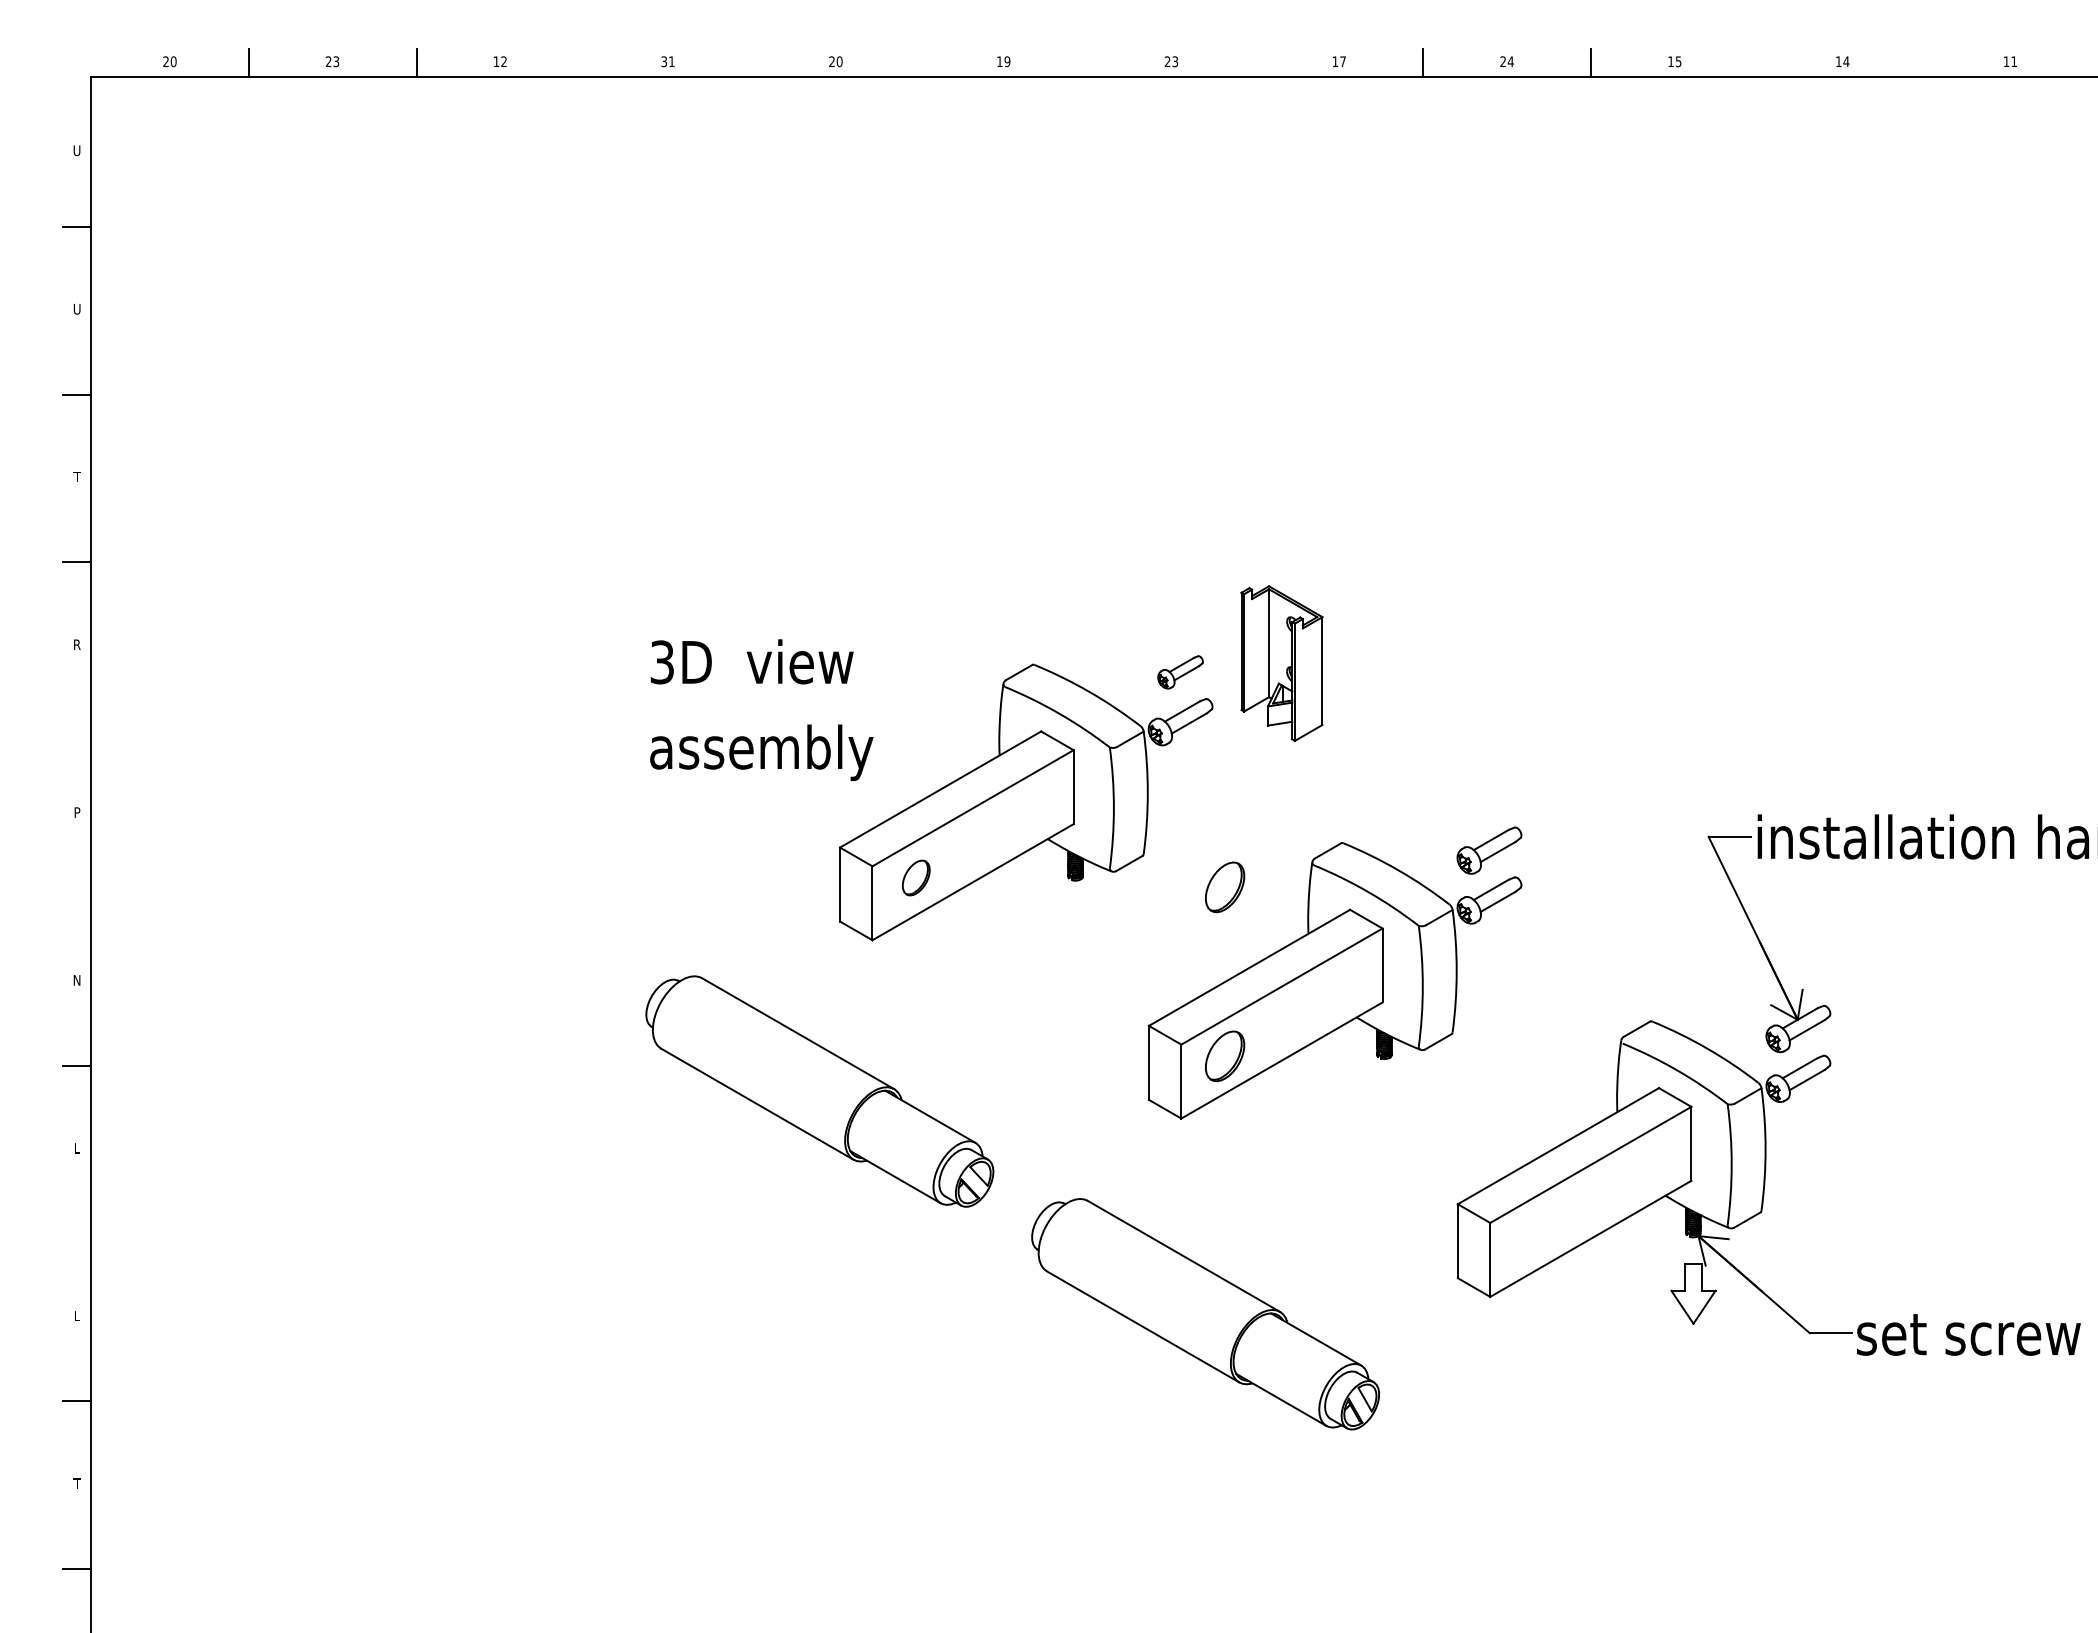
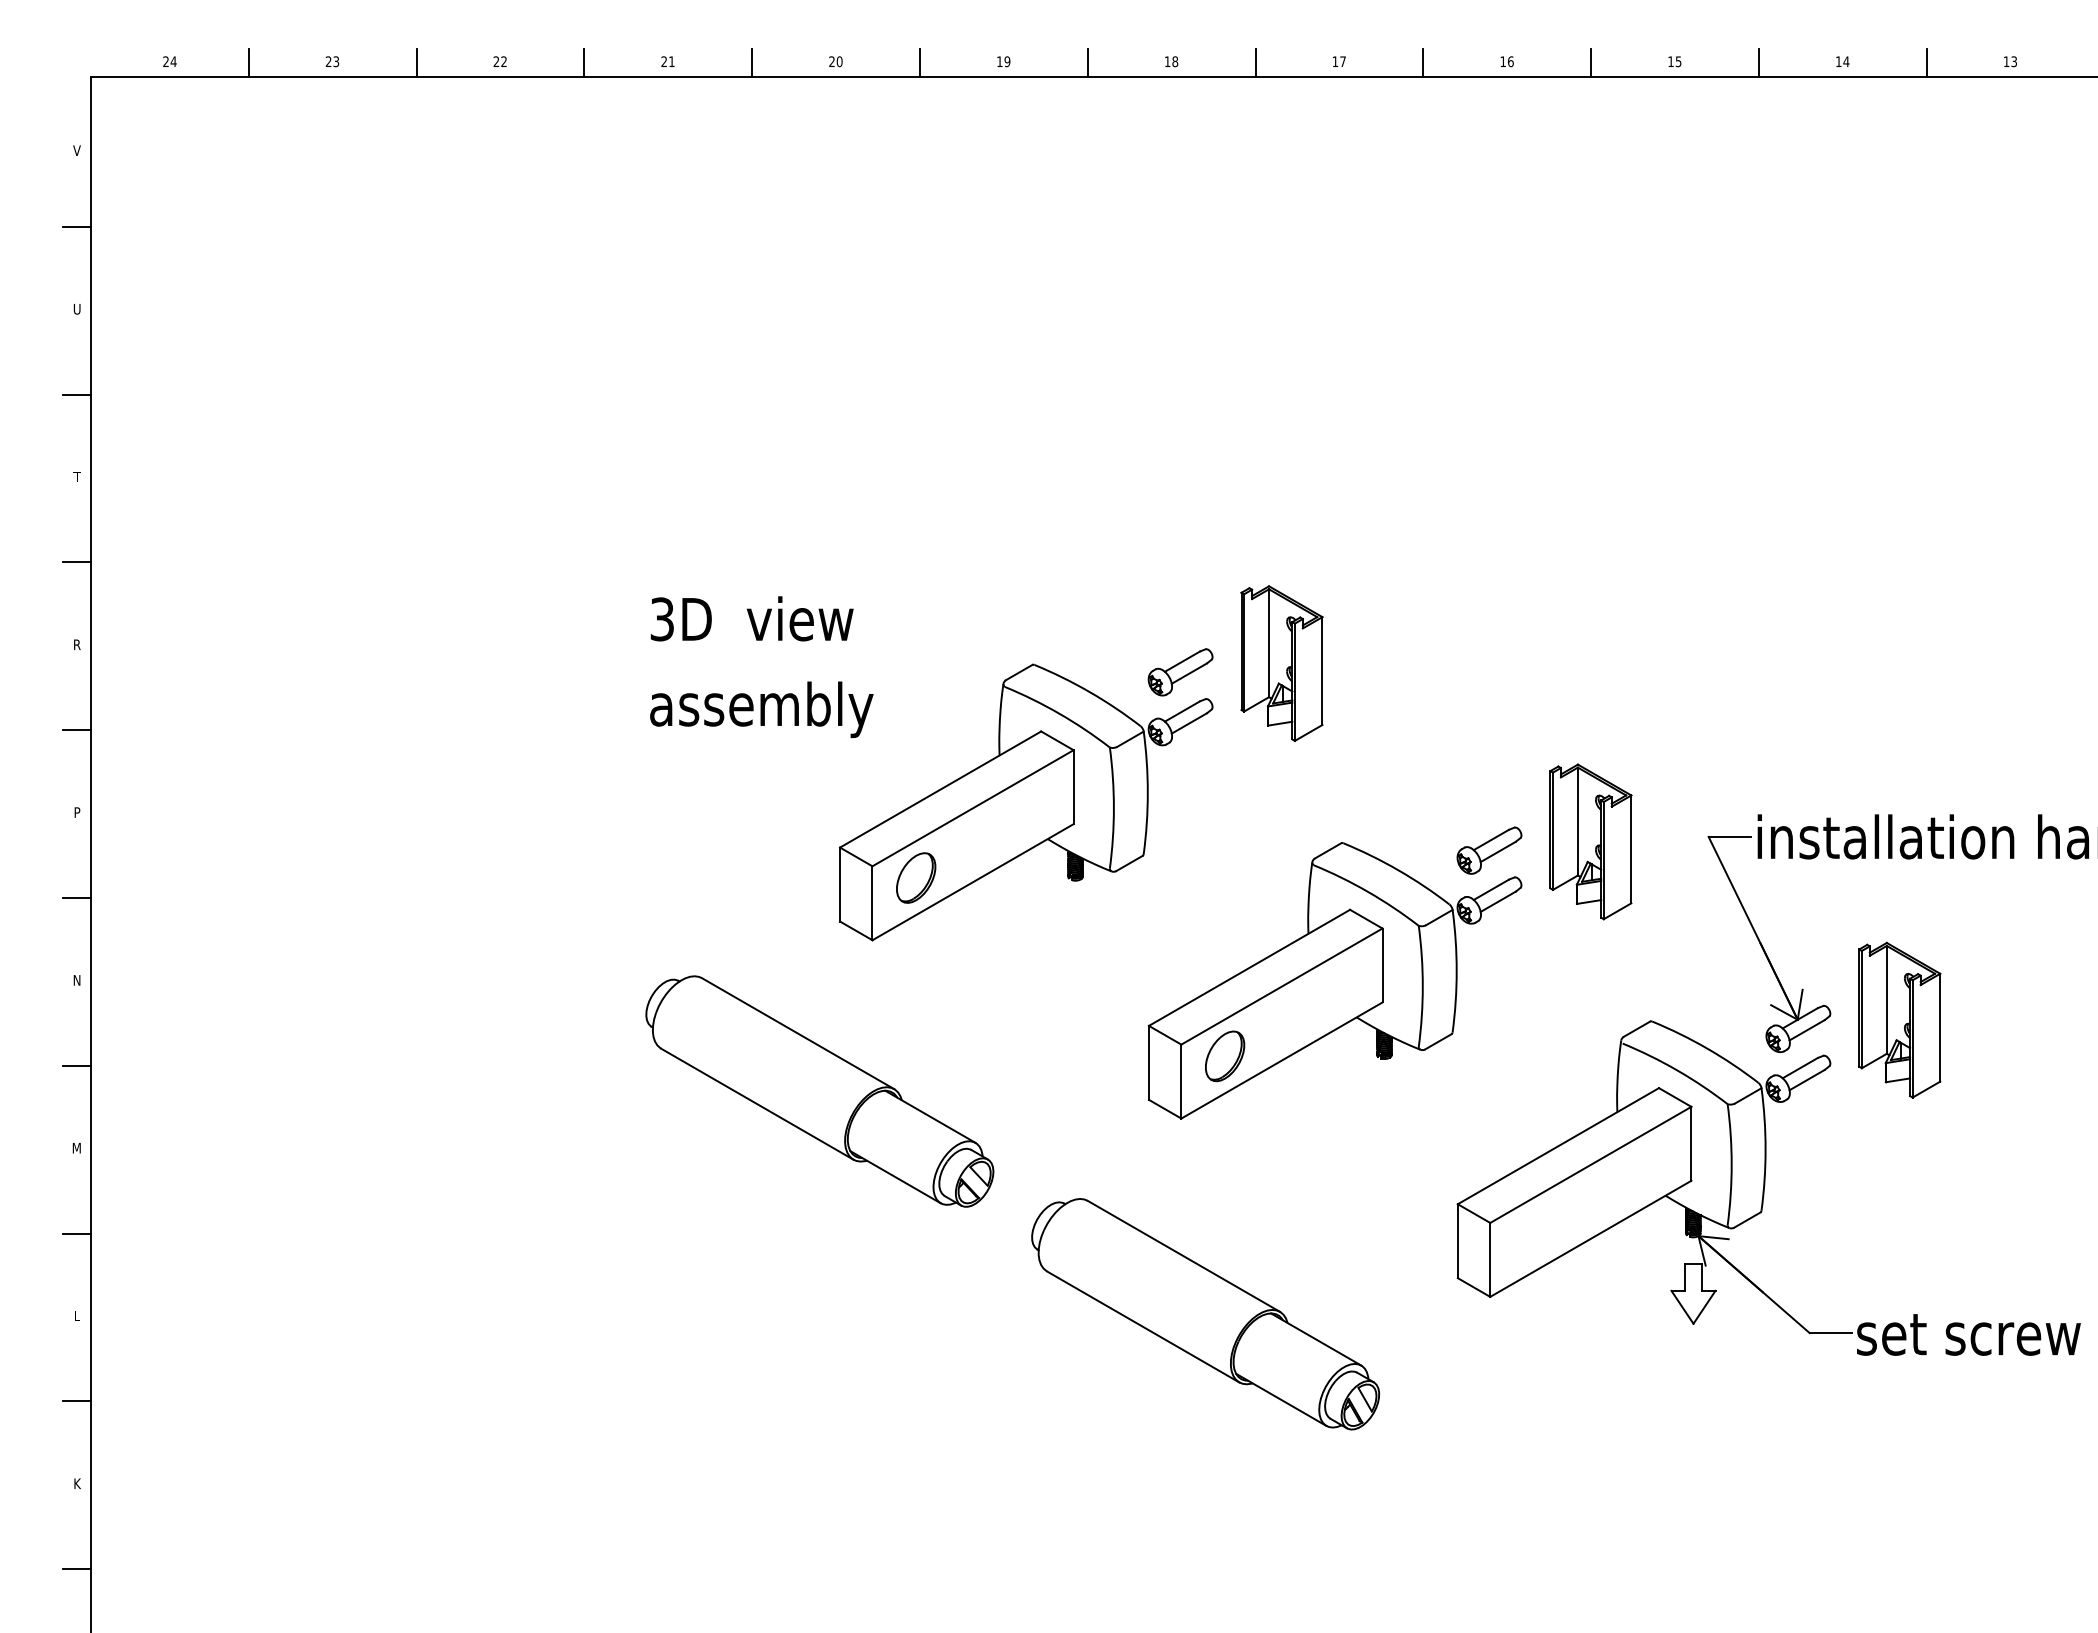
text at (173, 61): 20 -> 24
text at (496, 61): 12 -> 22
text at (664, 61): 31 -> 21
text at (1171, 61): 23 -> 18
text at (1506, 61): 24 -> 16
text at (2013, 61): 11 -> 13
line at (584, 62): none -> present
line at (752, 62): none -> present
line at (920, 62): none -> present
line at (1087, 62): none -> present
line at (1255, 62): none -> present
line at (1758, 62): none -> present
line at (1926, 62): none -> present
text at (76, 150): U -> V
part at (1180, 672) size: 47x35 px -> 67x49 px
text at (761, 709) position: (761, 709) -> (761, 666)
line at (76, 730): none -> present
part at (1590, 841): none -> present
part at (916, 877) size: 29x38 px -> 41x52 px
part at (1225, 887): present -> none
line at (76, 898): none -> present
part at (1899, 1019): none -> present
text at (76, 1147): L -> M
line at (76, 1233): none -> present
text at (76, 1483): T -> K
